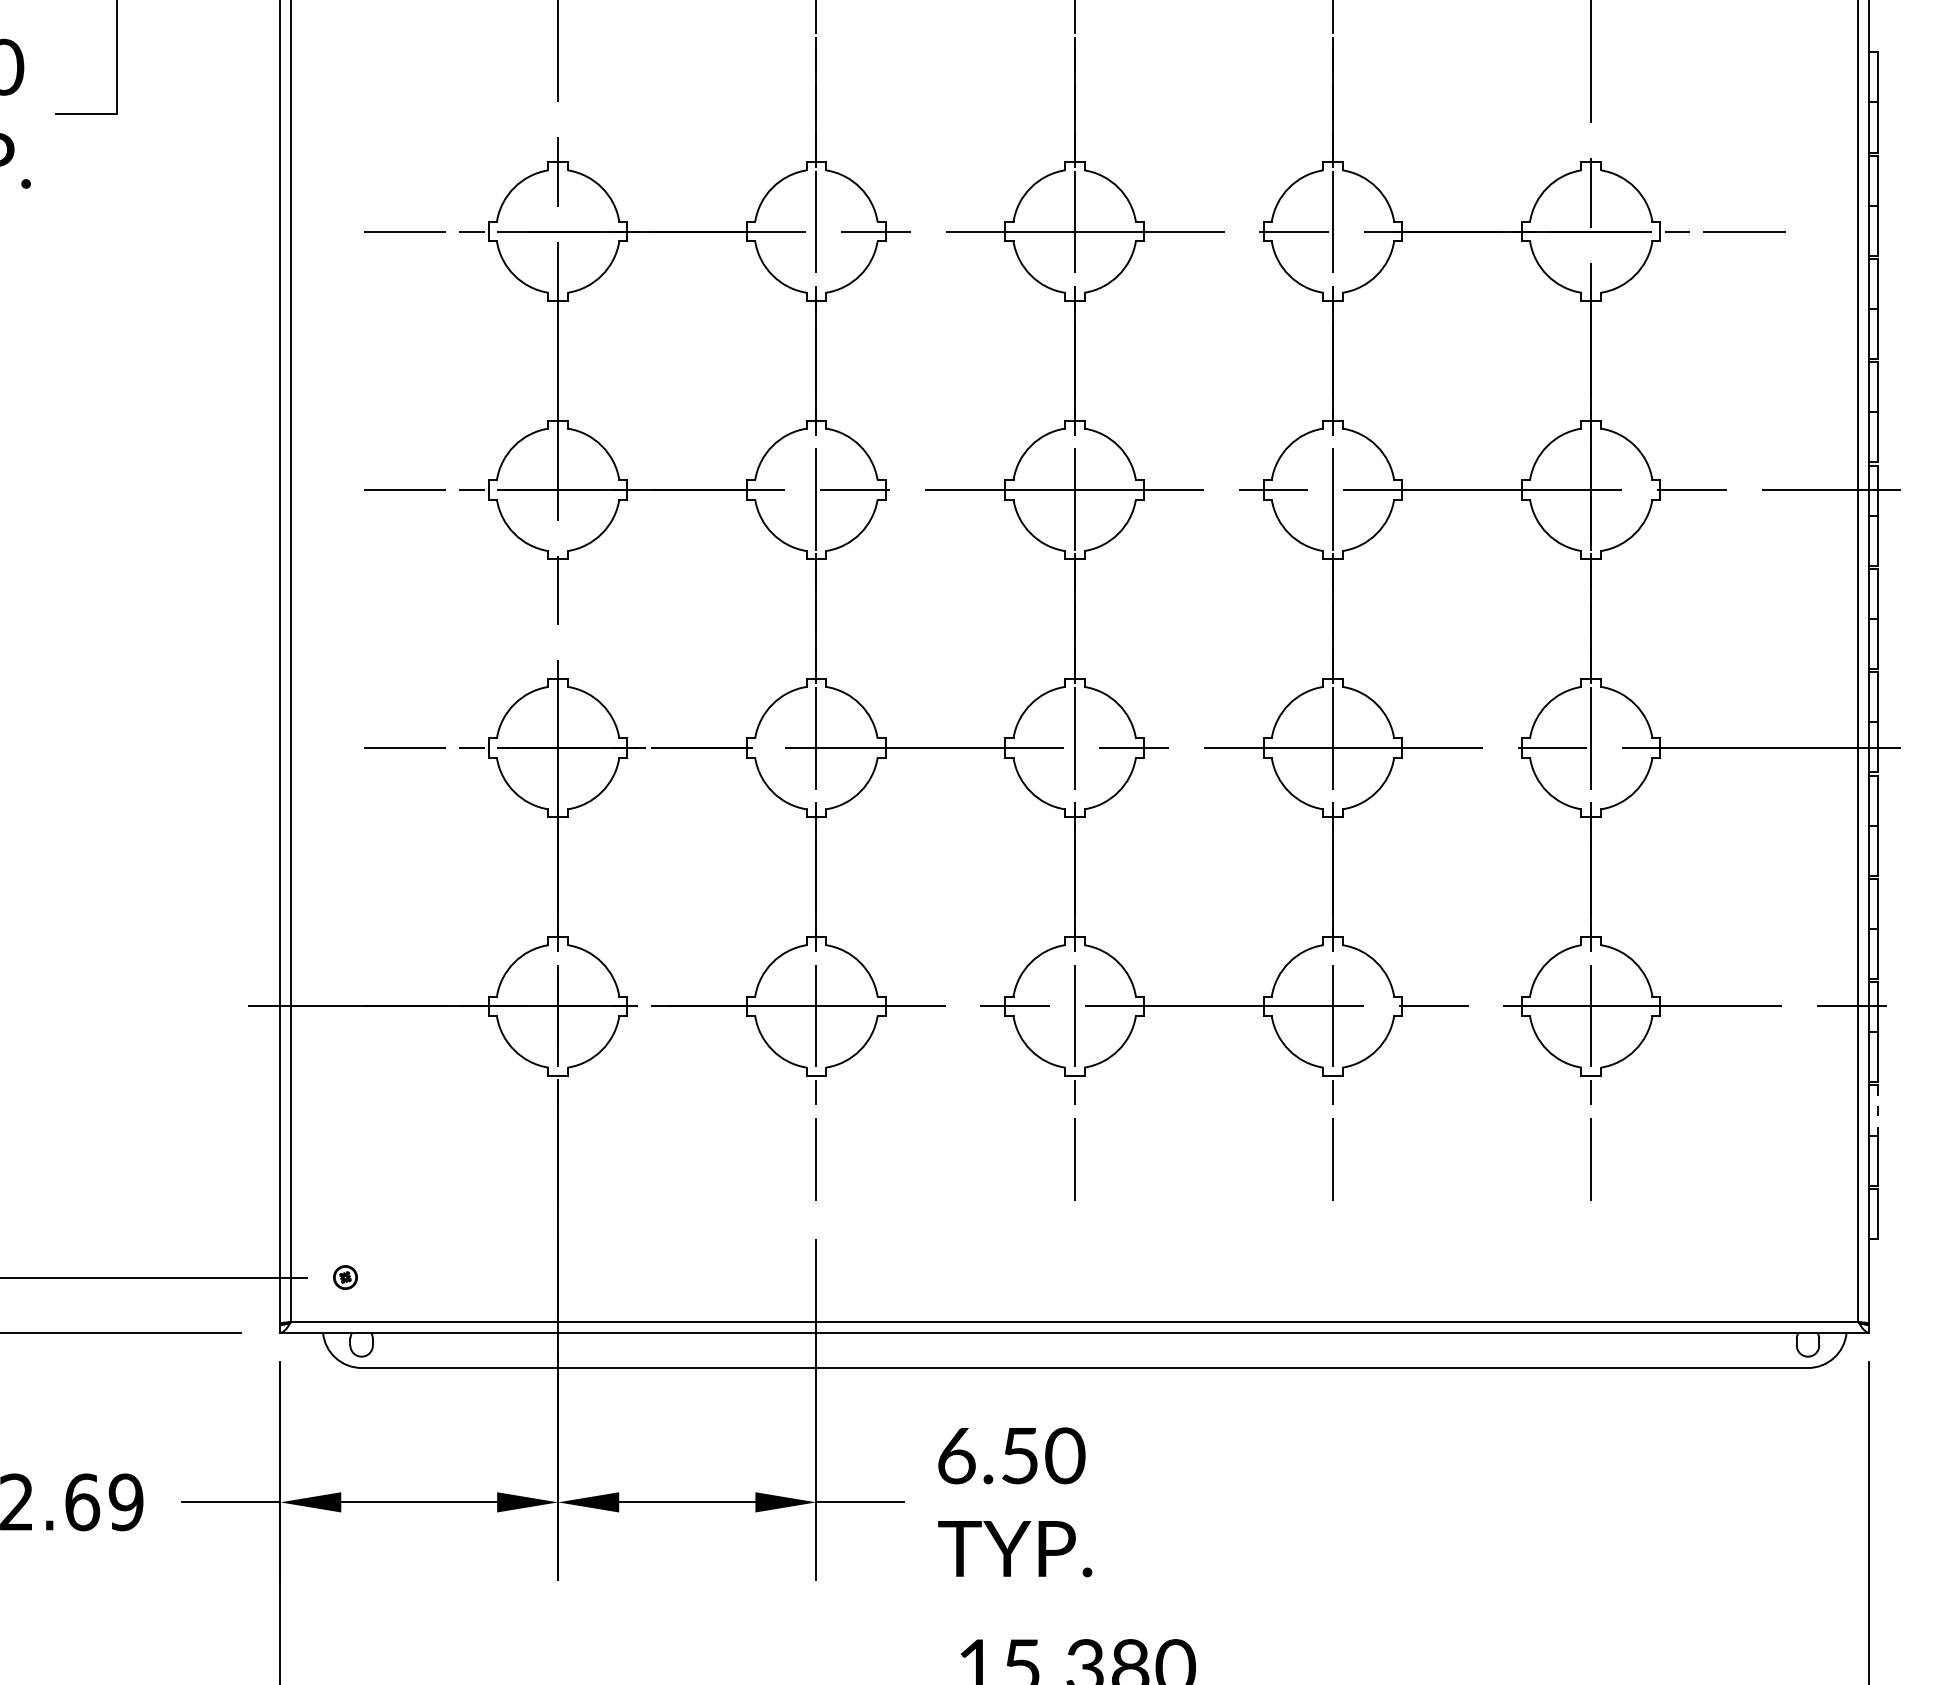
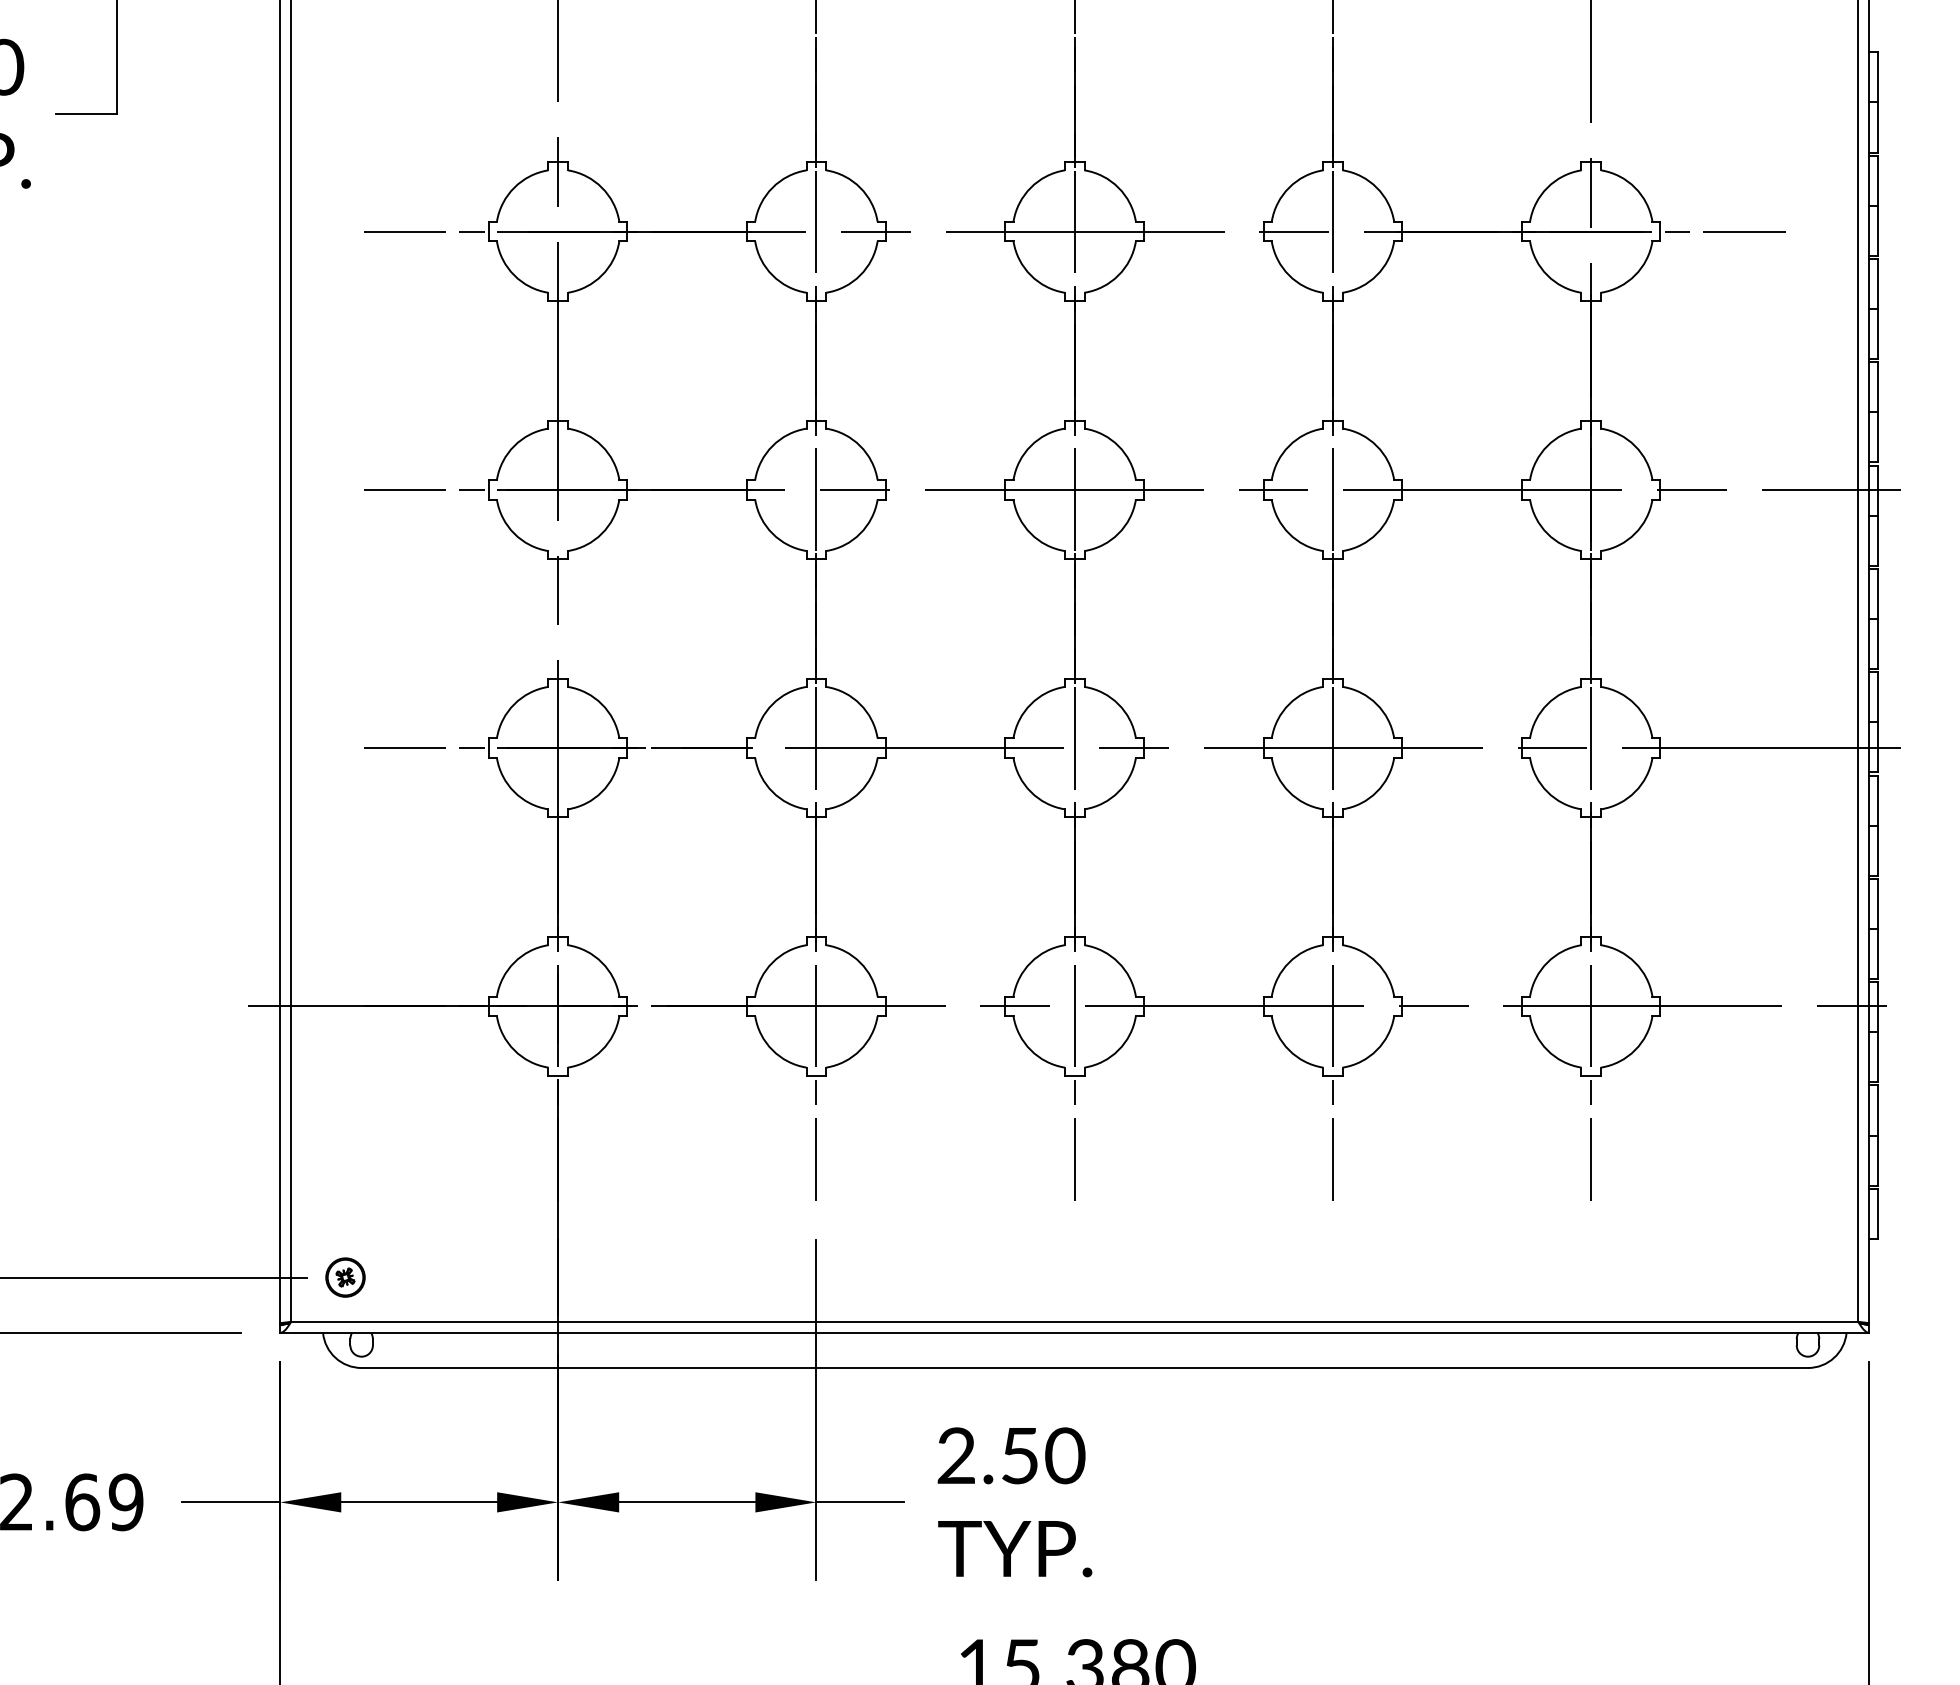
line at (1877, 1110): dashed -> solid
part at (345, 1277) size: 25x25 px -> 41x41 px
text at (956, 1455): 6.50 -> 2.50
